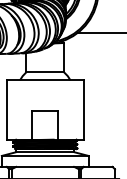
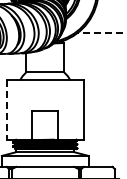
line at (102, 33): solid -> dashed
line at (6, 109): solid -> dashed
